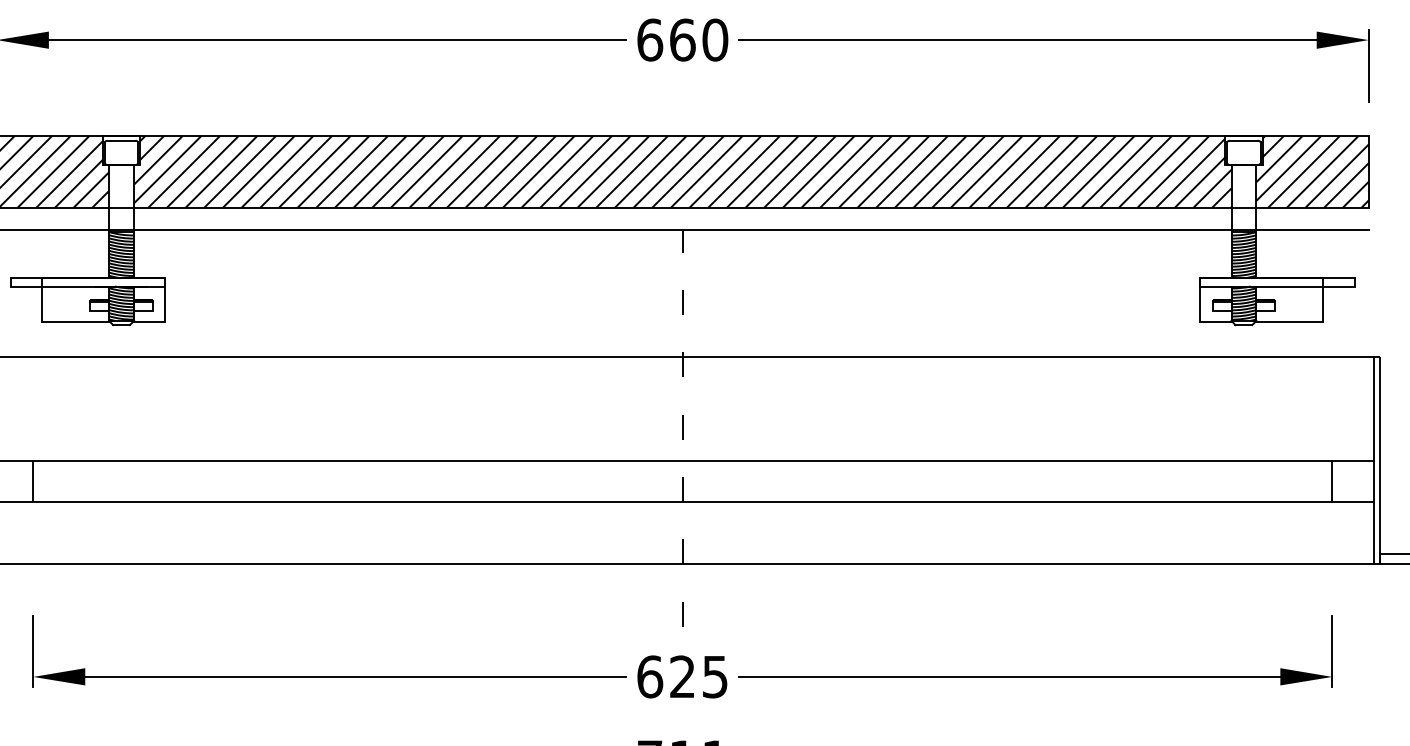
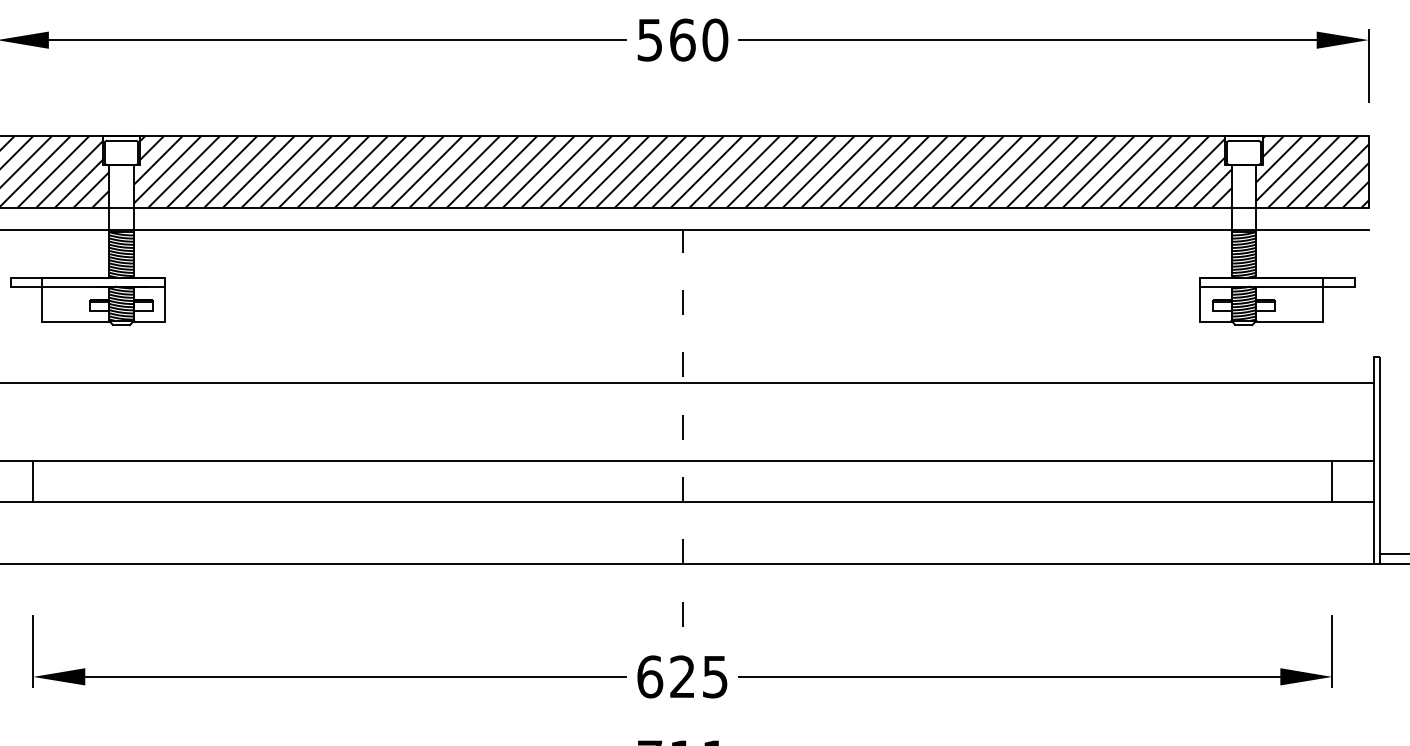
text at (650, 39): 660 -> 560
line at (687, 356) position: (687, 356) -> (687, 382)
